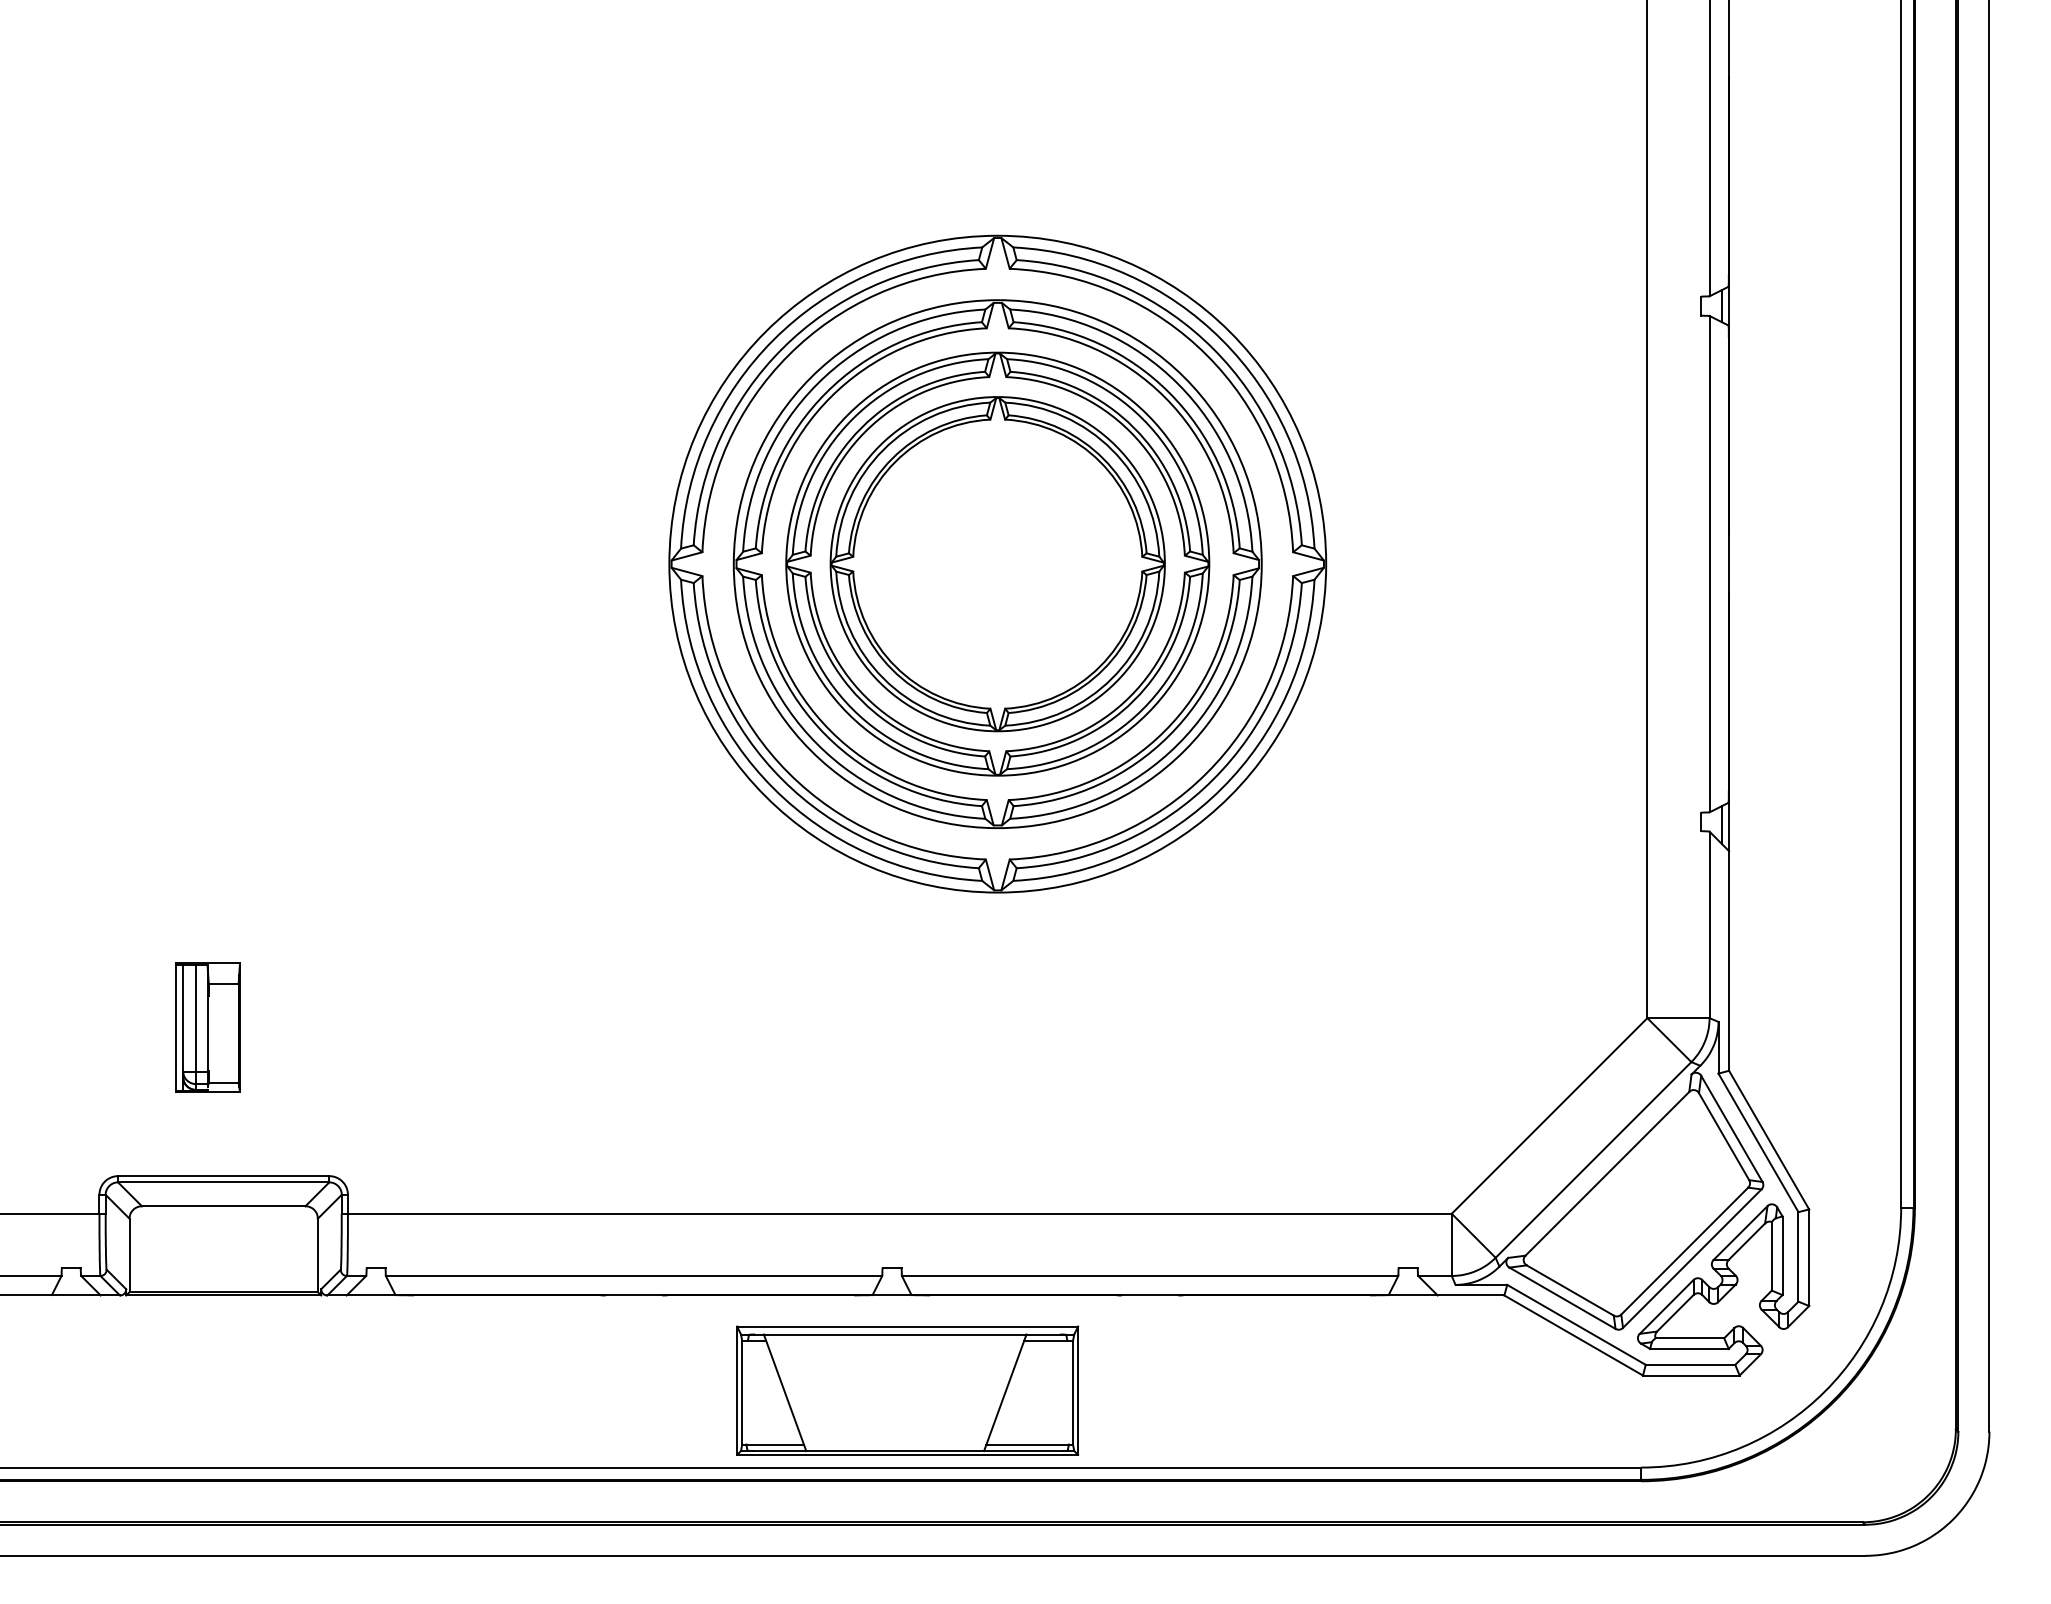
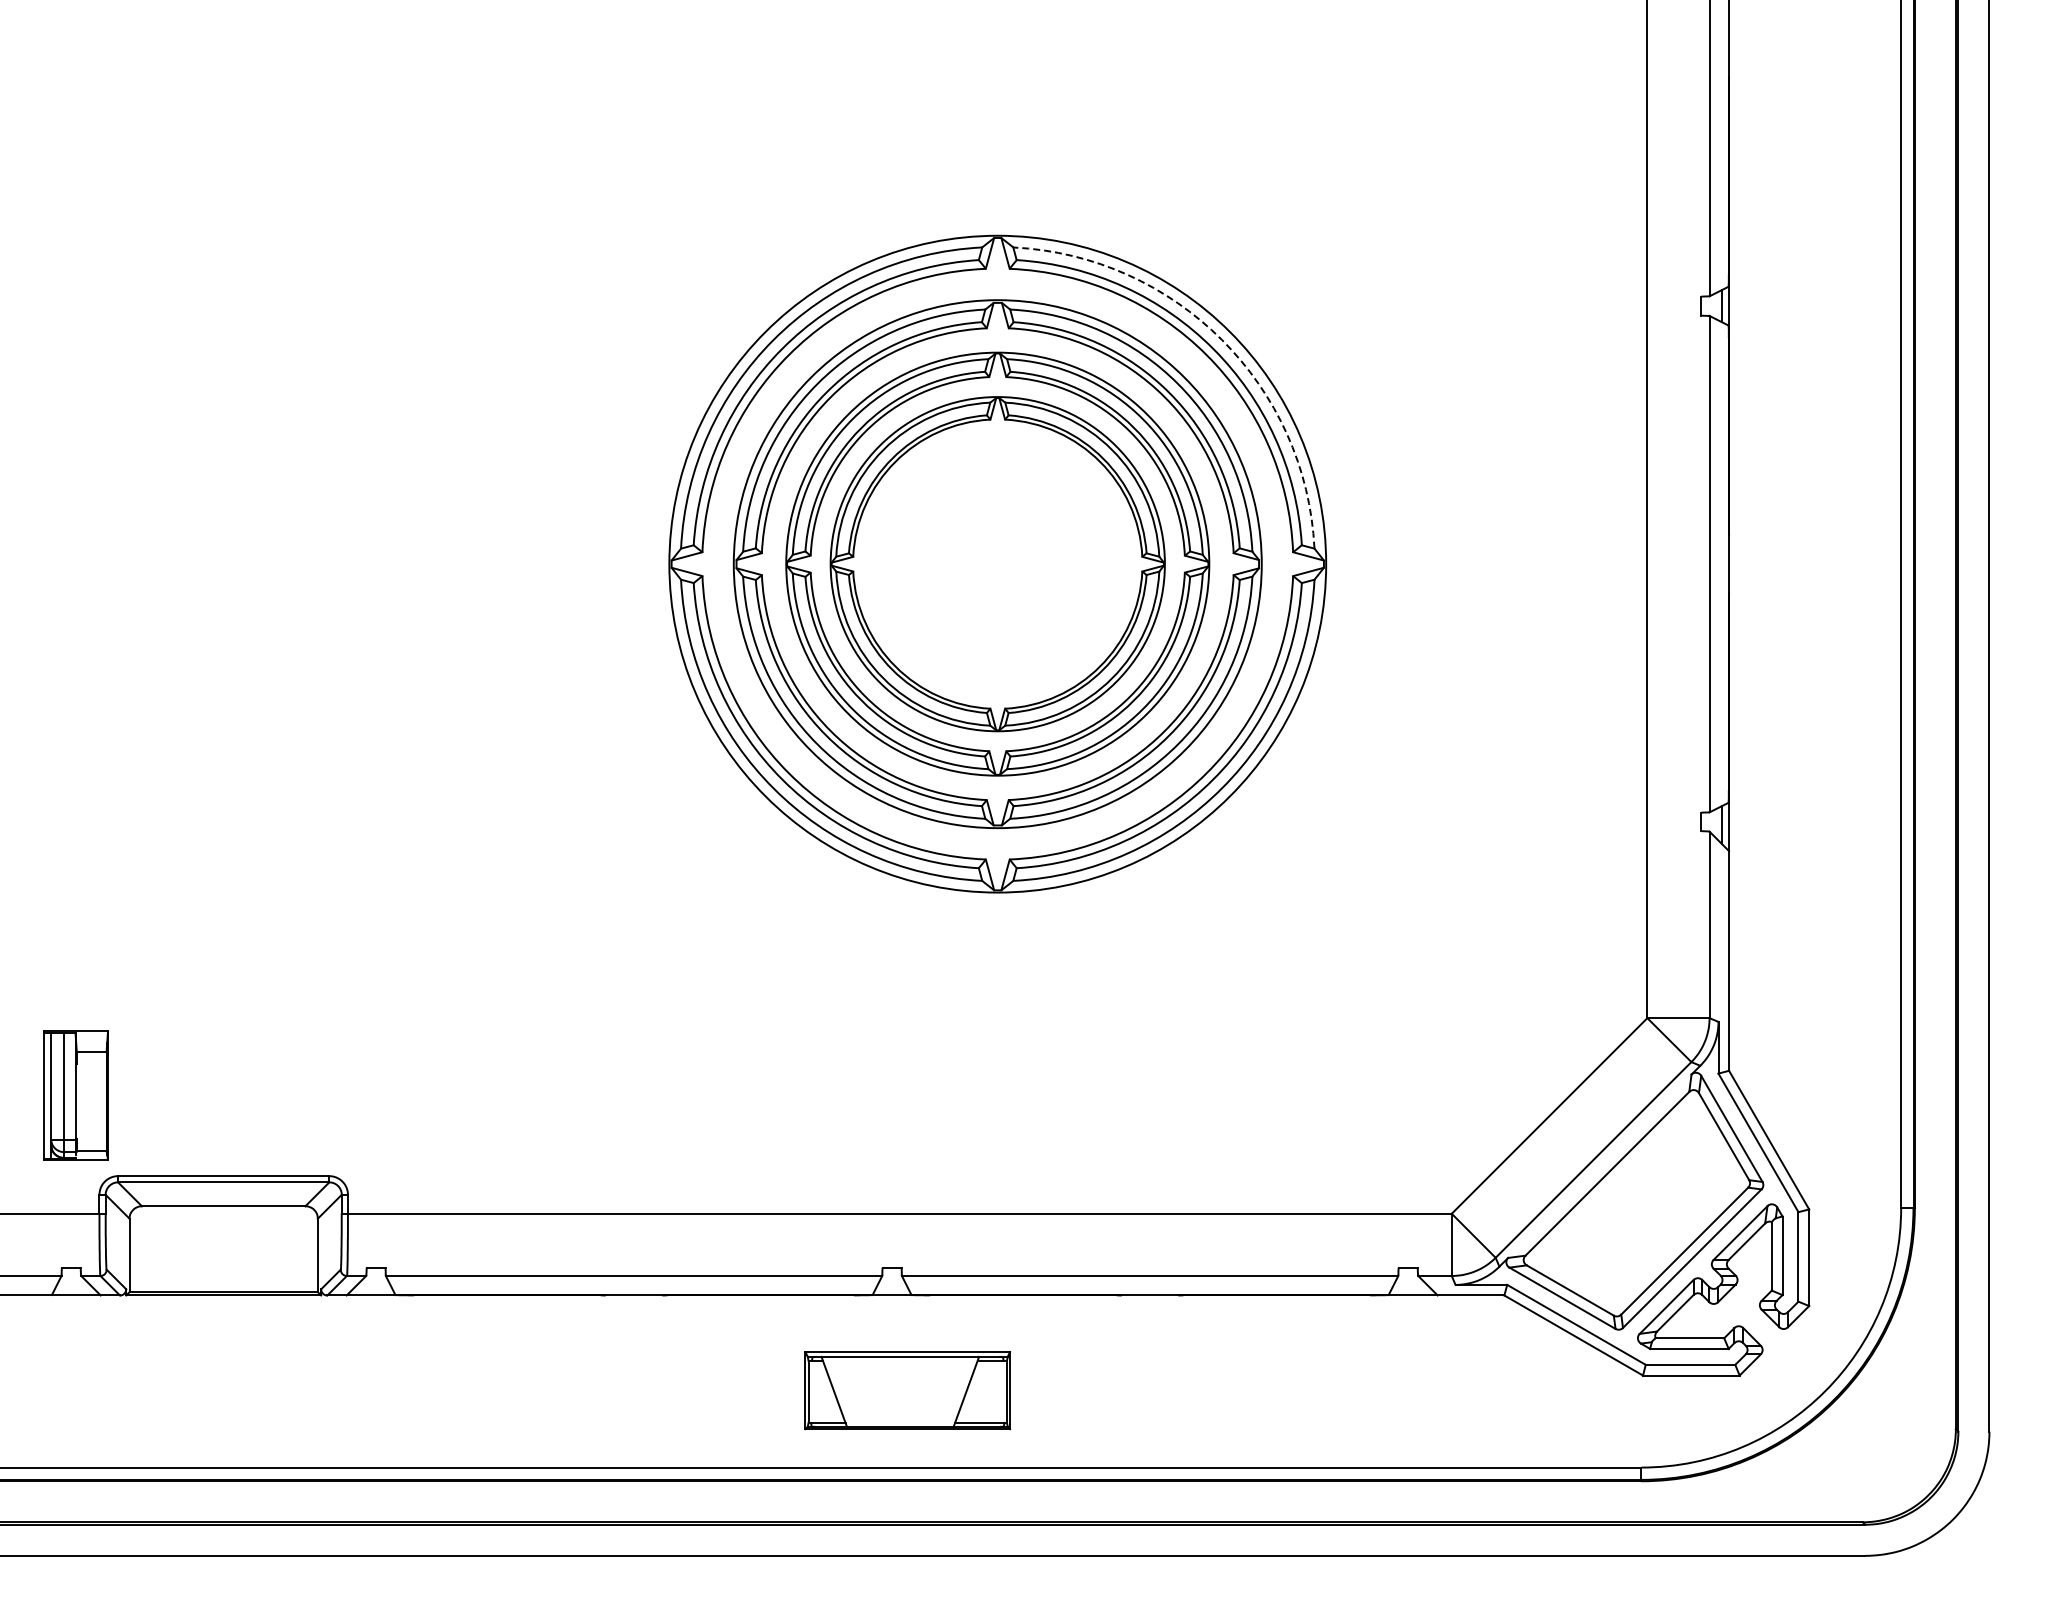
arc at (1222, 339): solid -> dashed
part at (207, 1027) position: (207, 1027) -> (75, 1095)
part at (907, 1390) size: 344x131 px -> 208x80 px
